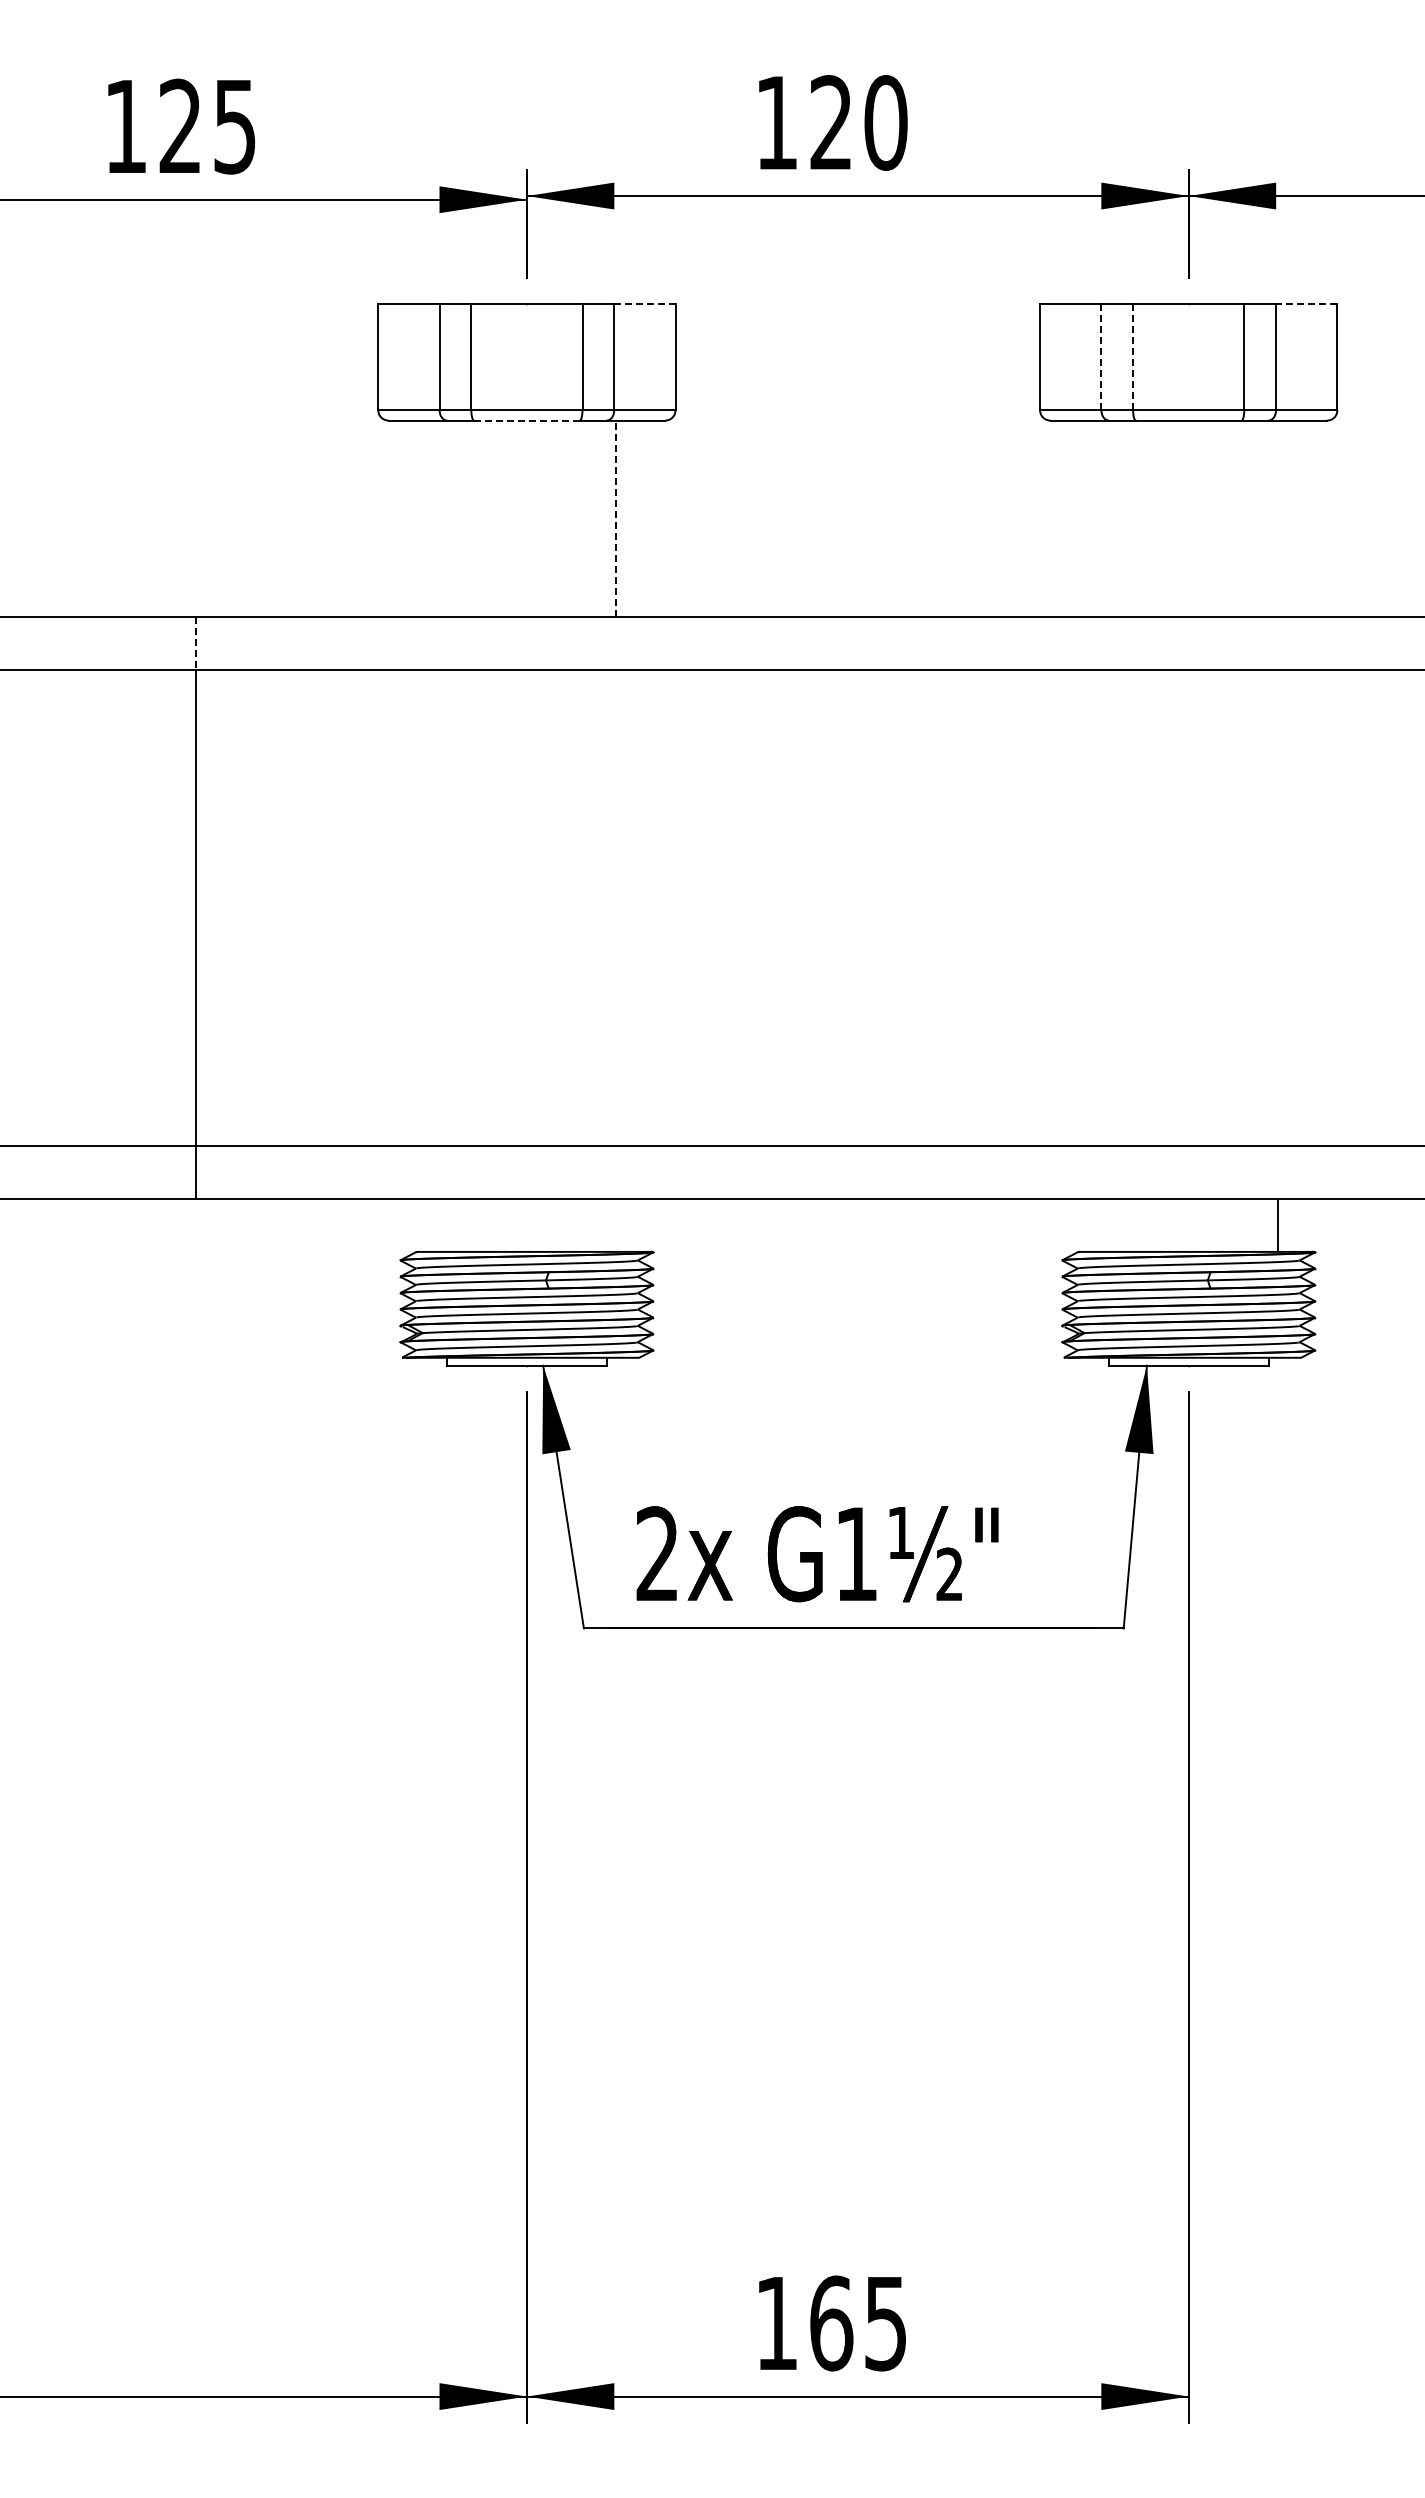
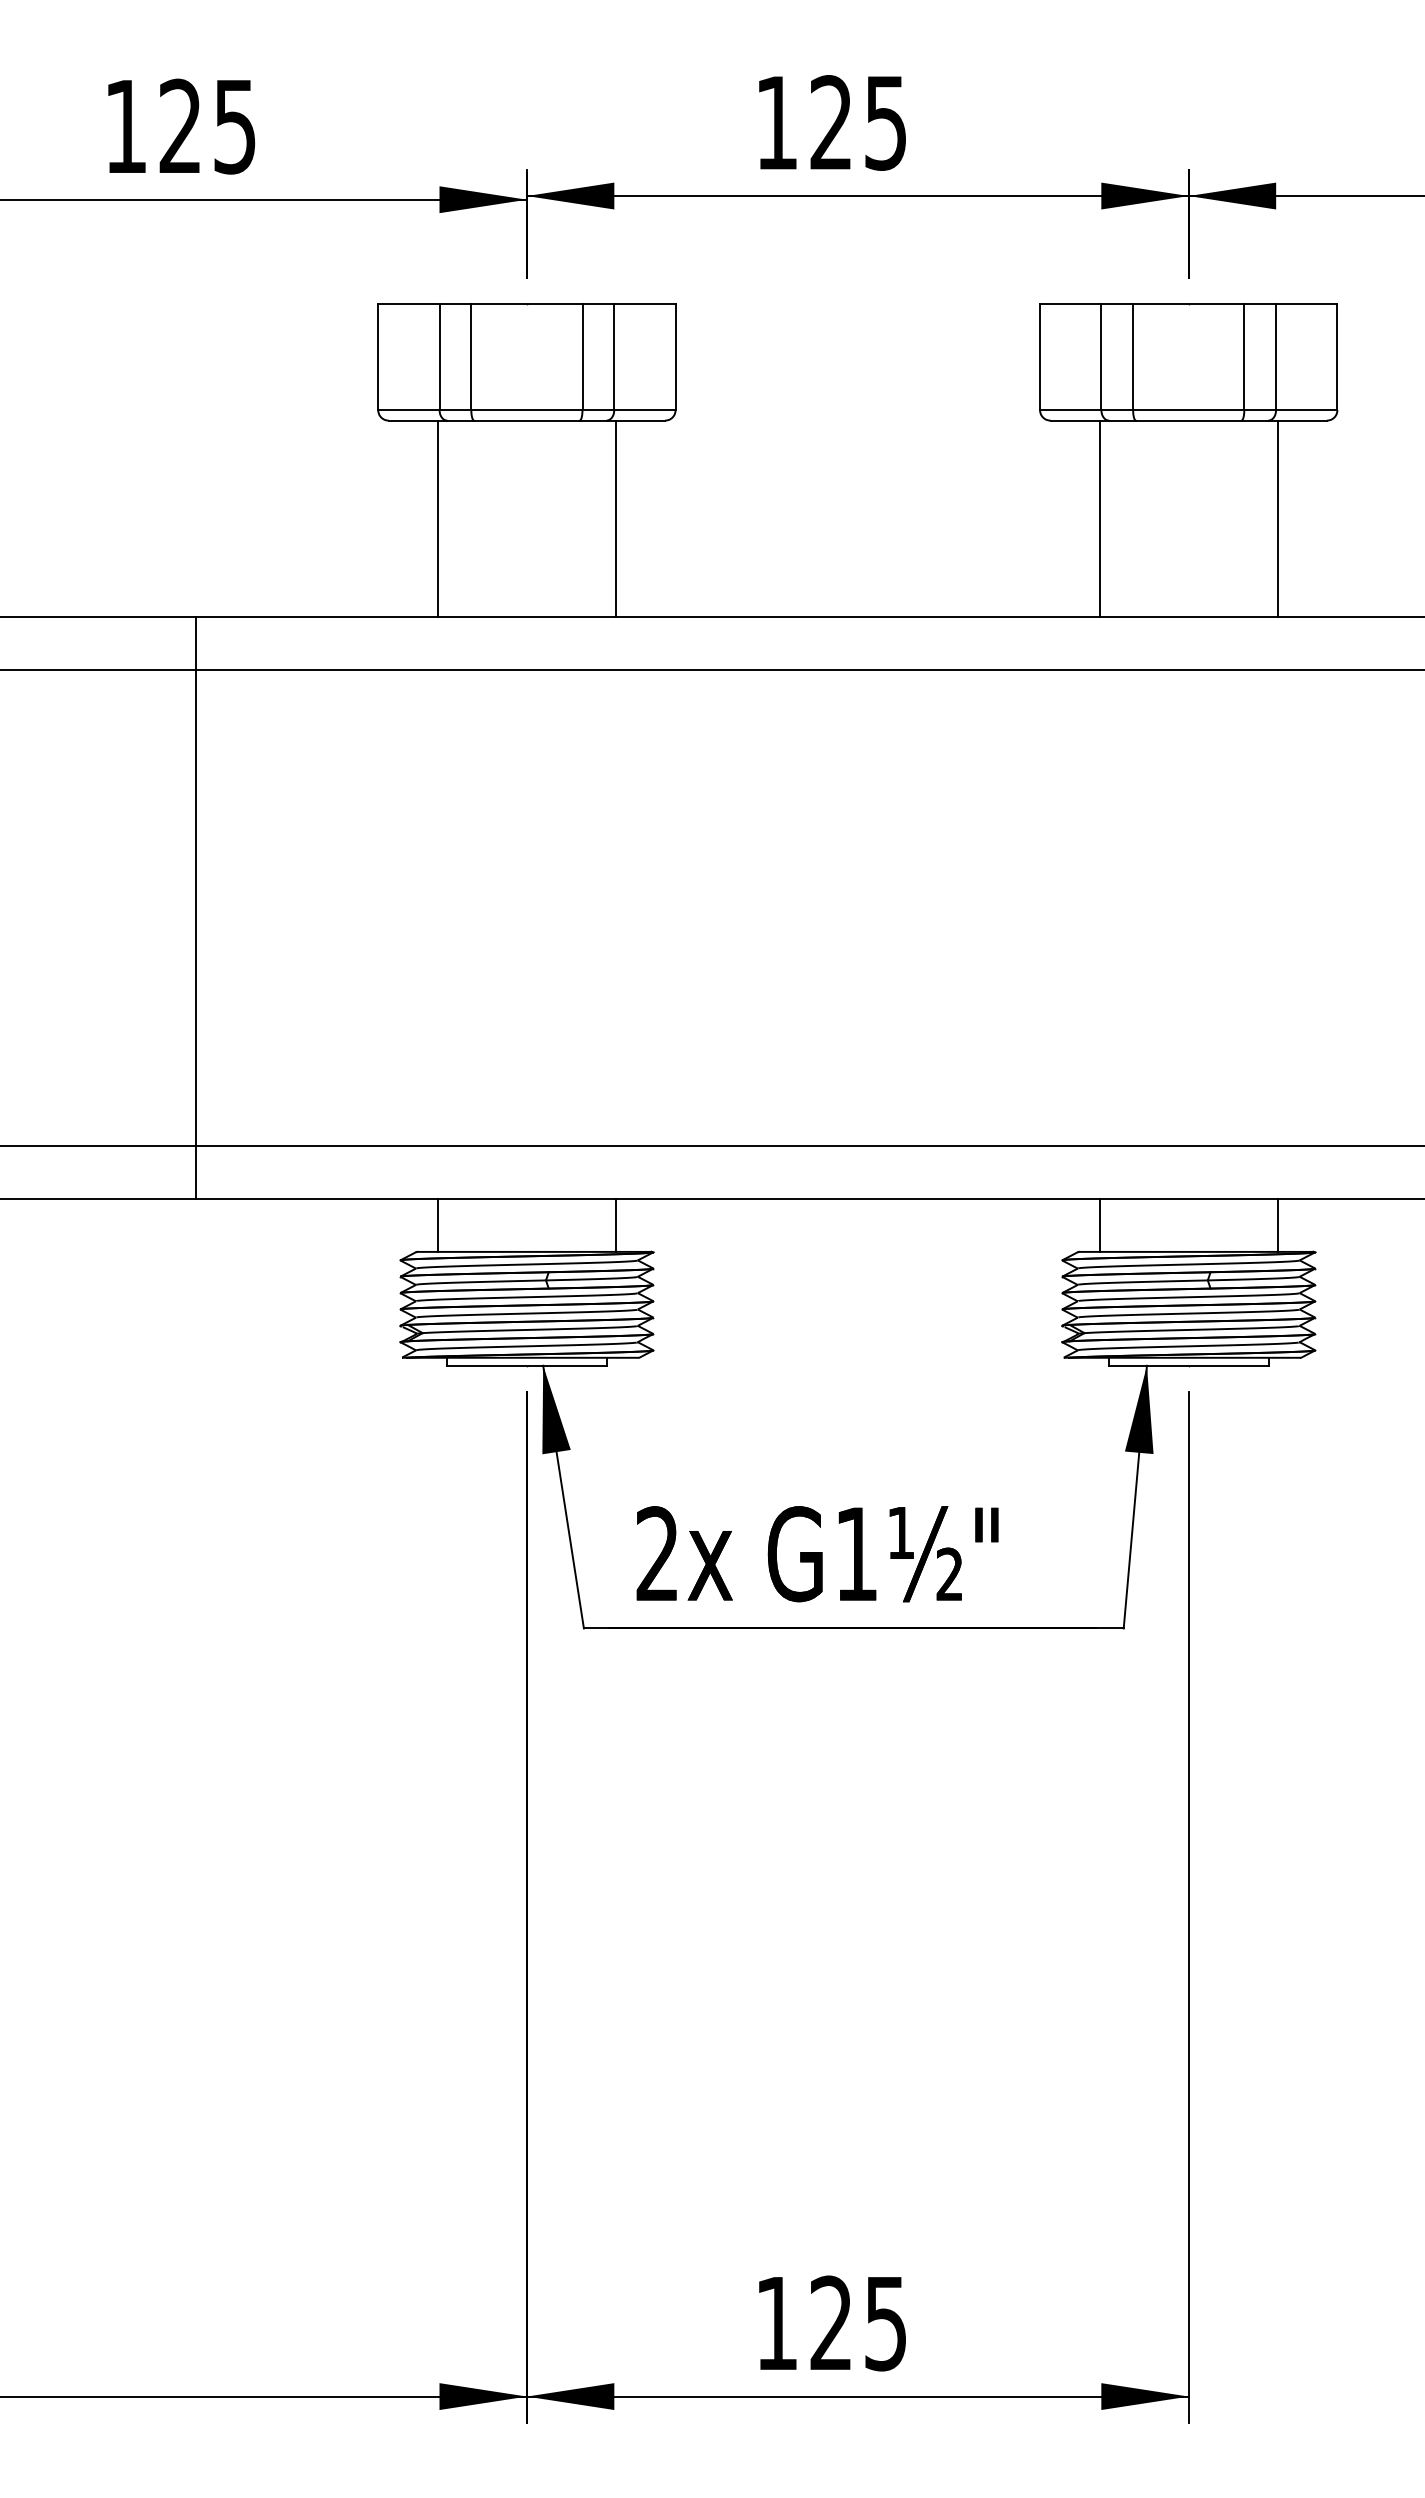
text at (885, 122): 120 -> 125
line at (644, 304): dashed -> solid
line at (1306, 304): dashed -> solid
line at (1101, 357): dashed -> solid
line at (1133, 357): dashed -> solid
line at (526, 420): dashed -> solid
line at (437, 518): none -> present
line at (616, 518): dashed -> solid
line at (1099, 518): none -> present
line at (1277, 518): none -> present
line at (196, 643): dashed -> solid
line at (437, 1224): none -> present
line at (616, 1224): none -> present
line at (1099, 1224): none -> present
text at (831, 2323): 165 -> 125
